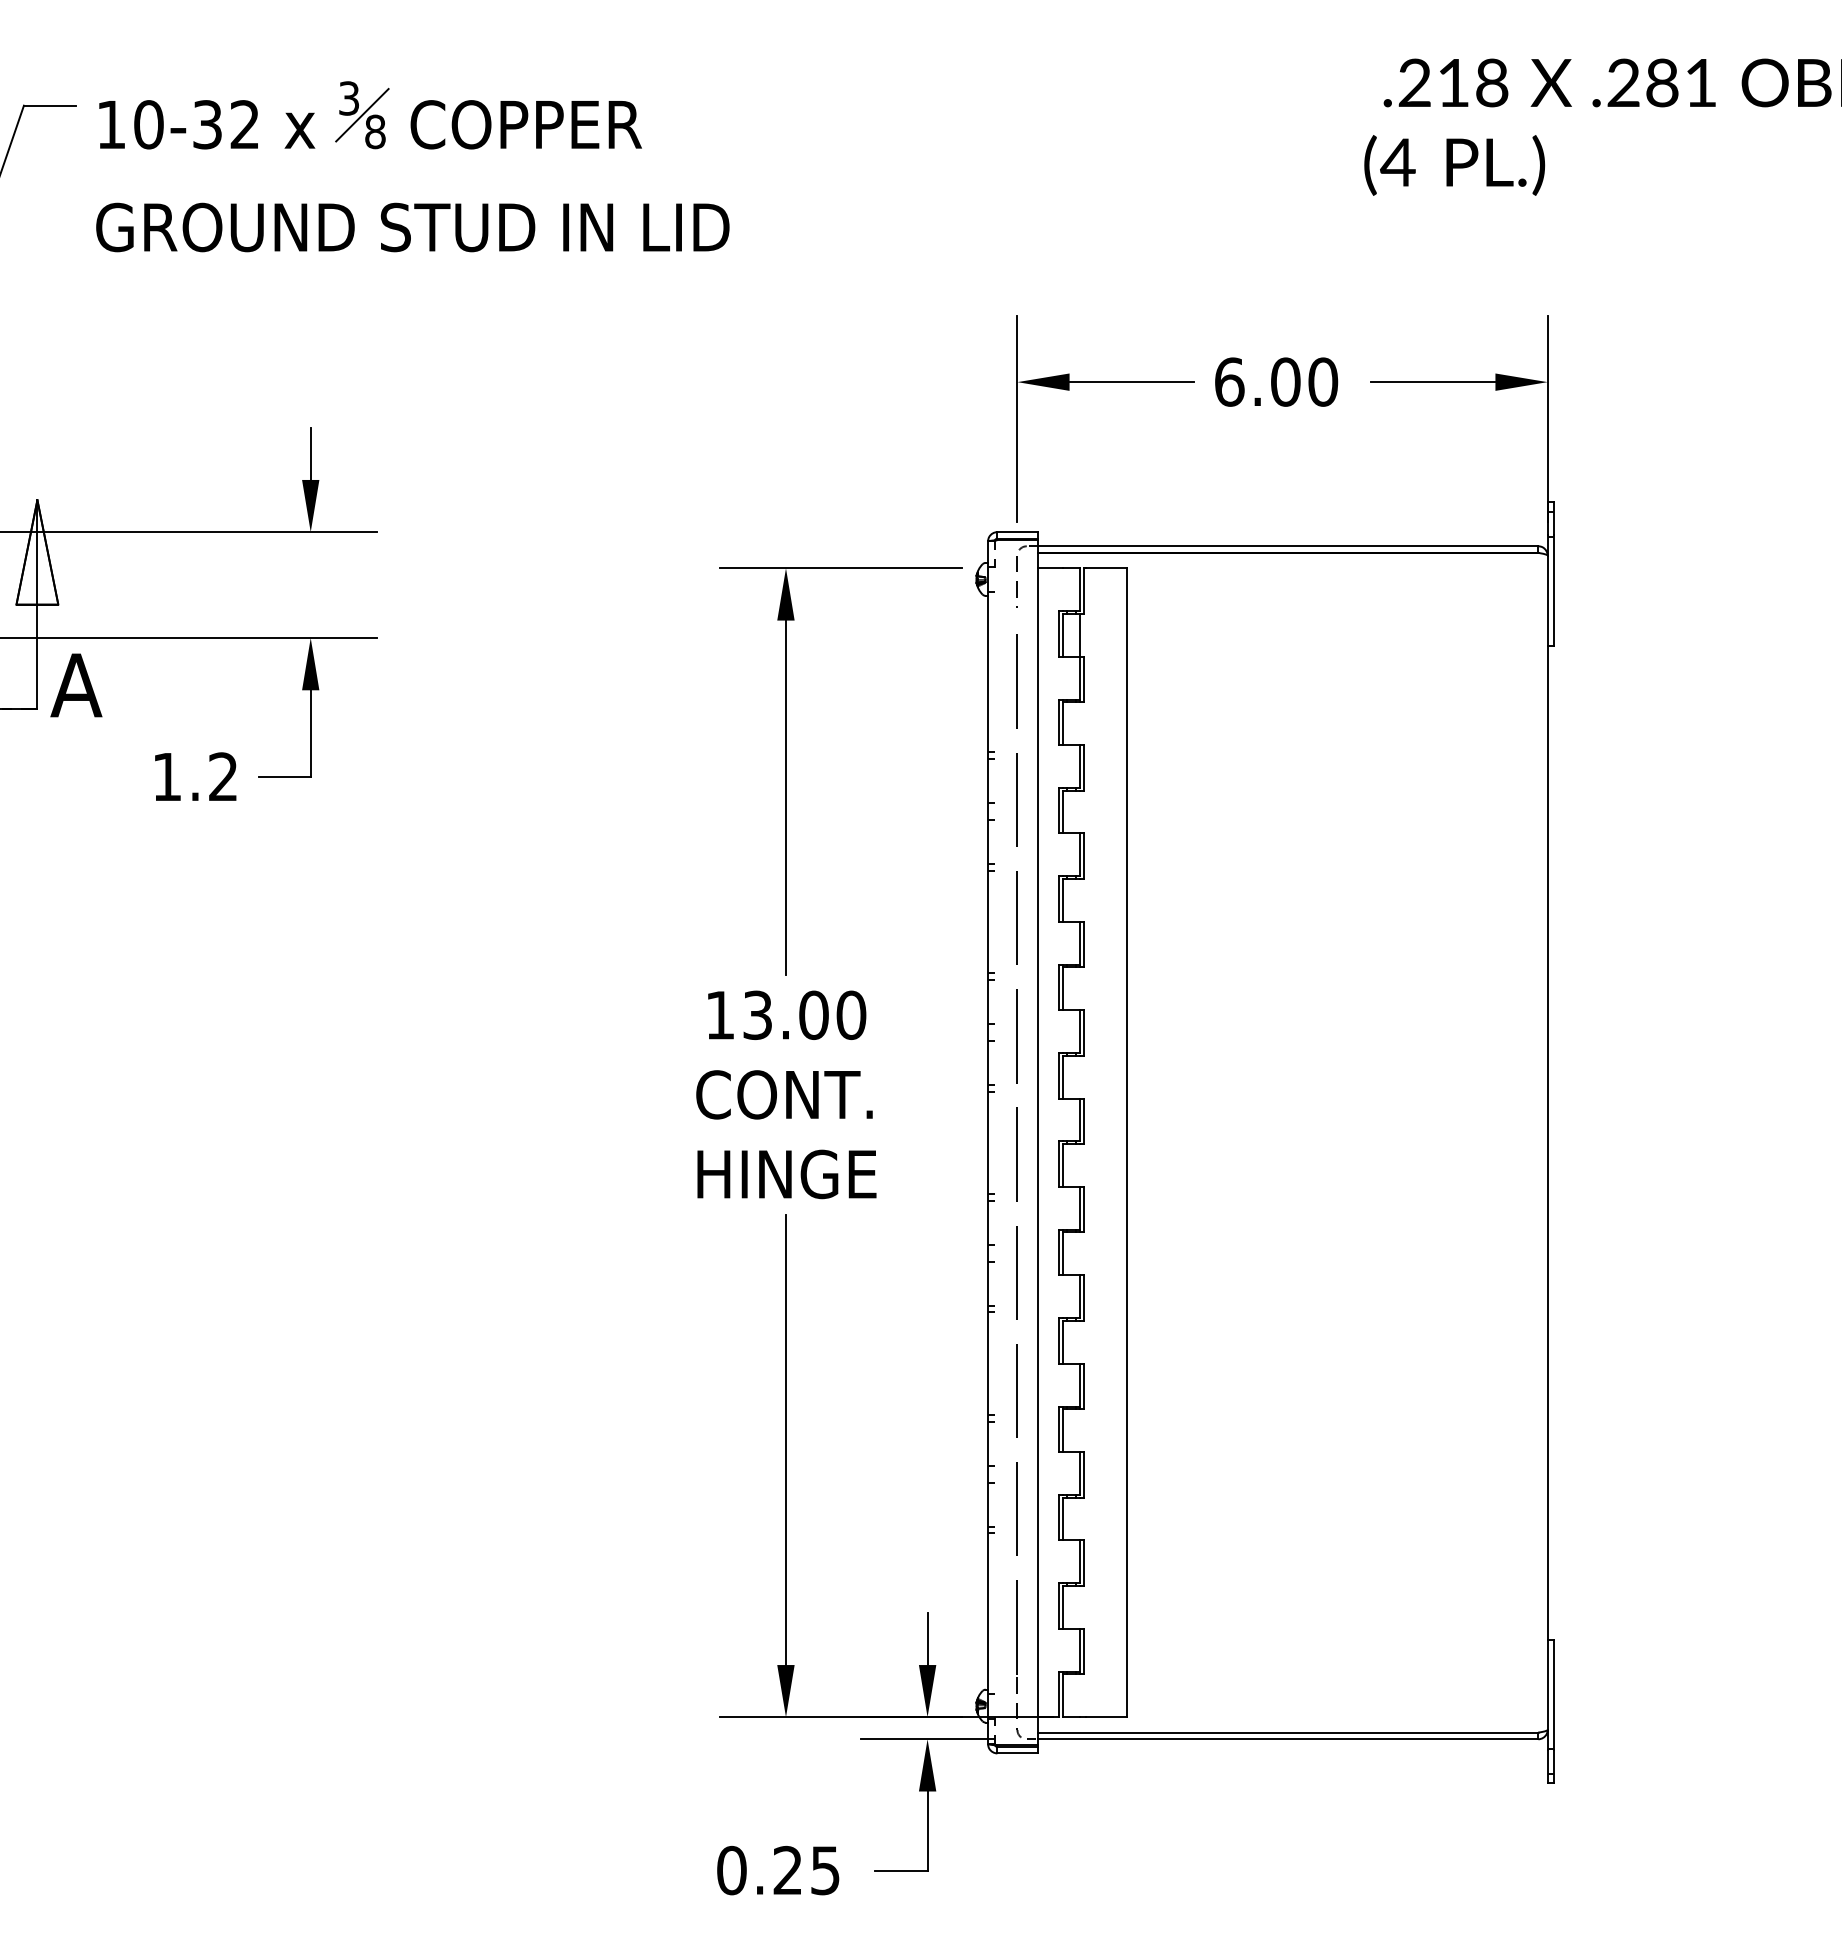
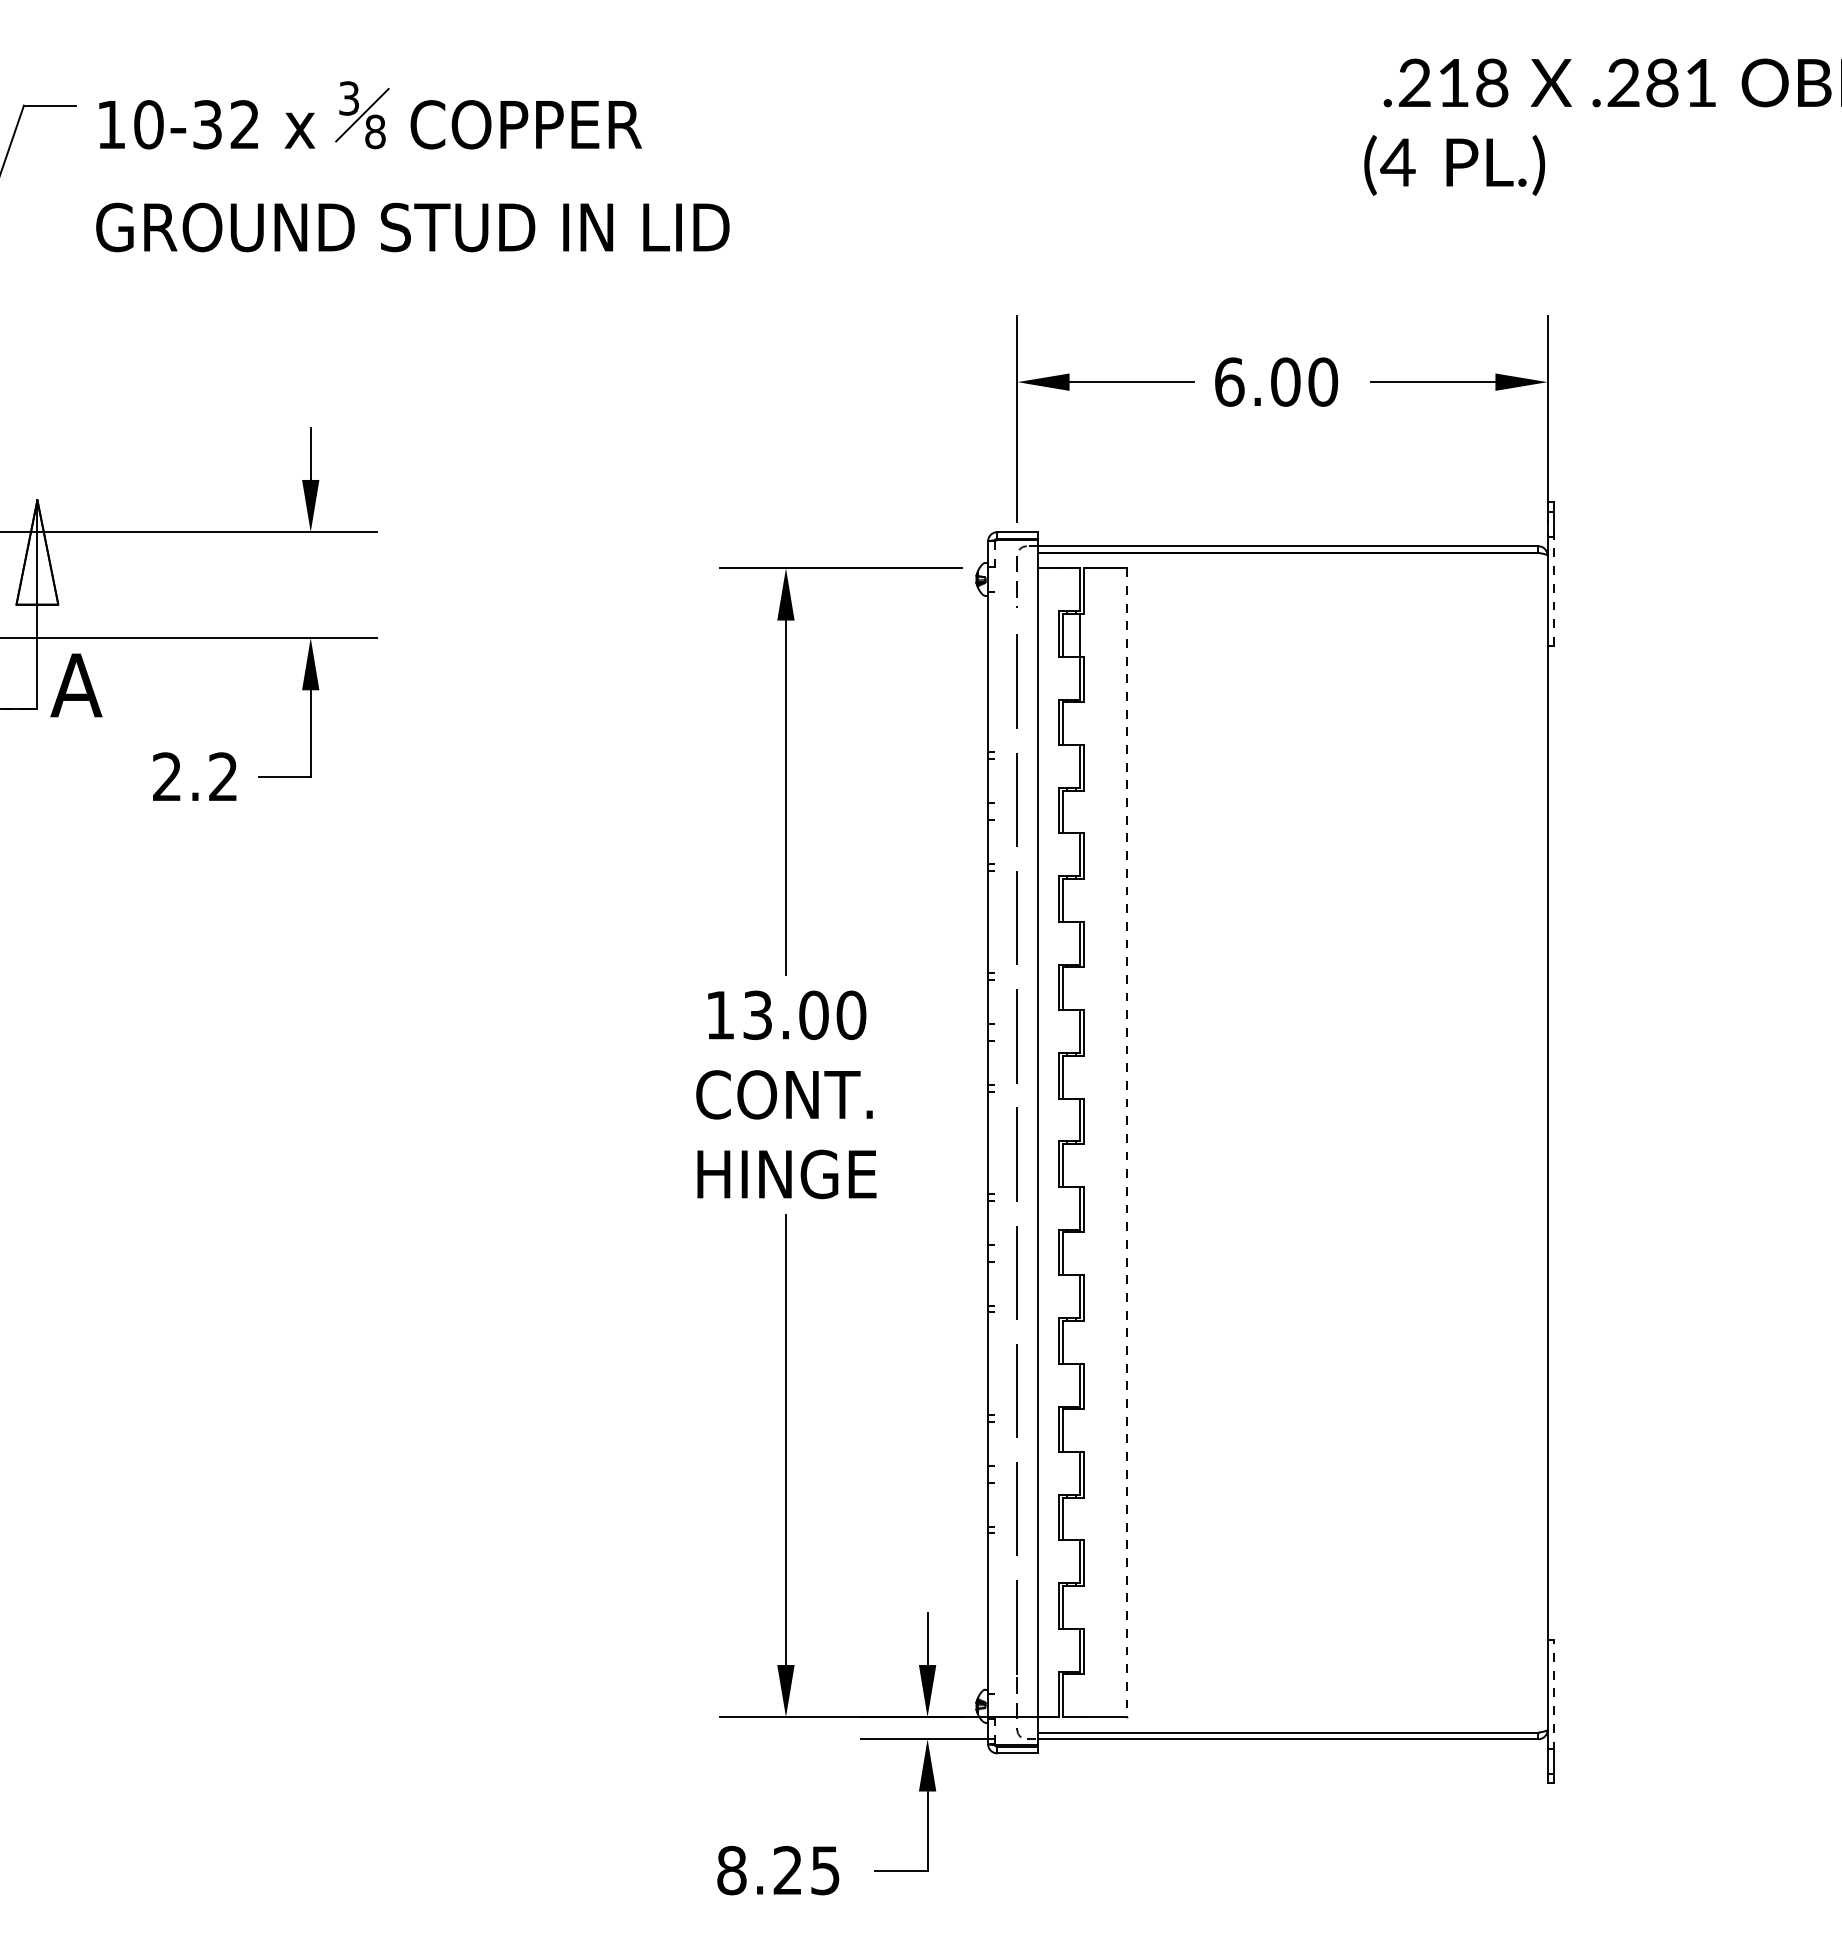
line at (1554, 589): solid -> dashed
text at (166, 776): 1.2 -> 2.2
line at (1127, 1143): solid -> dashed
line at (1554, 1694): solid -> dashed
text at (731, 1870): 0.25 -> 8.25
